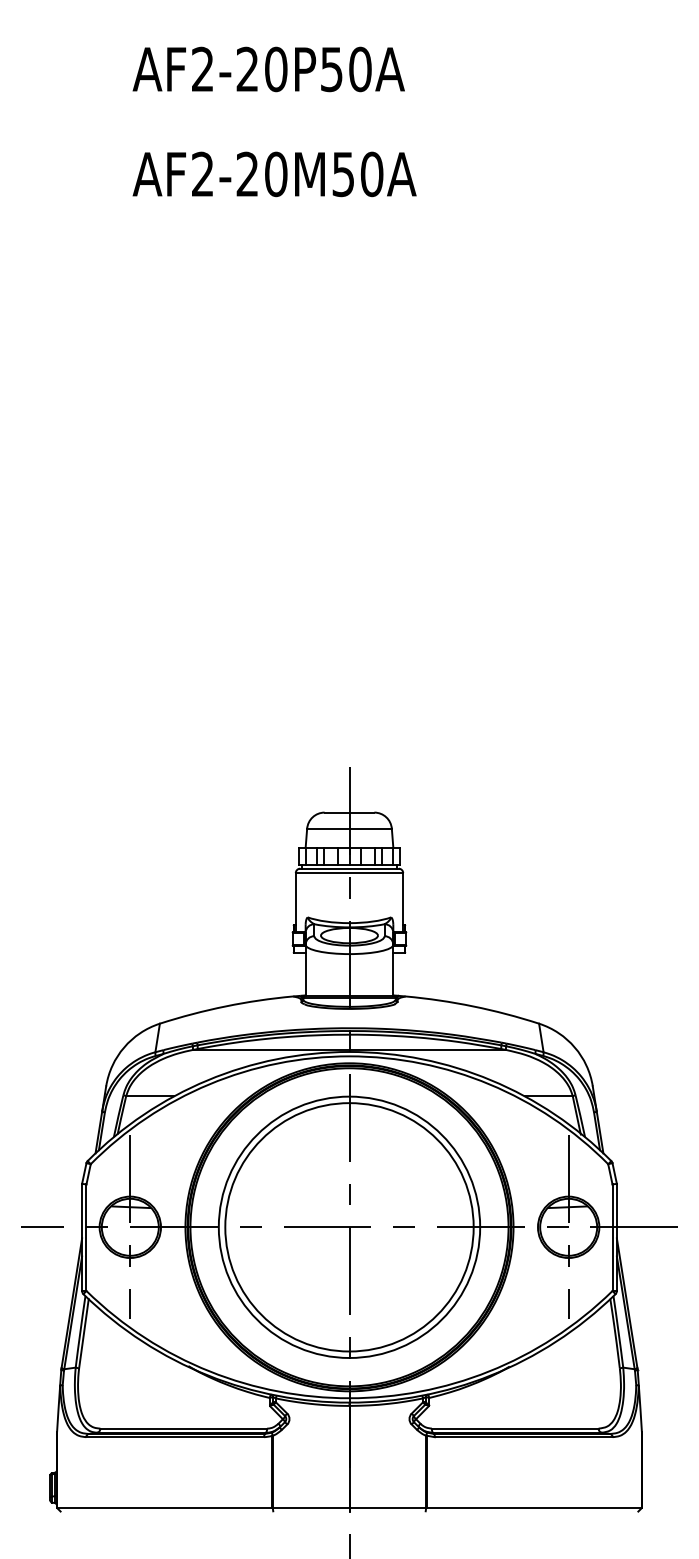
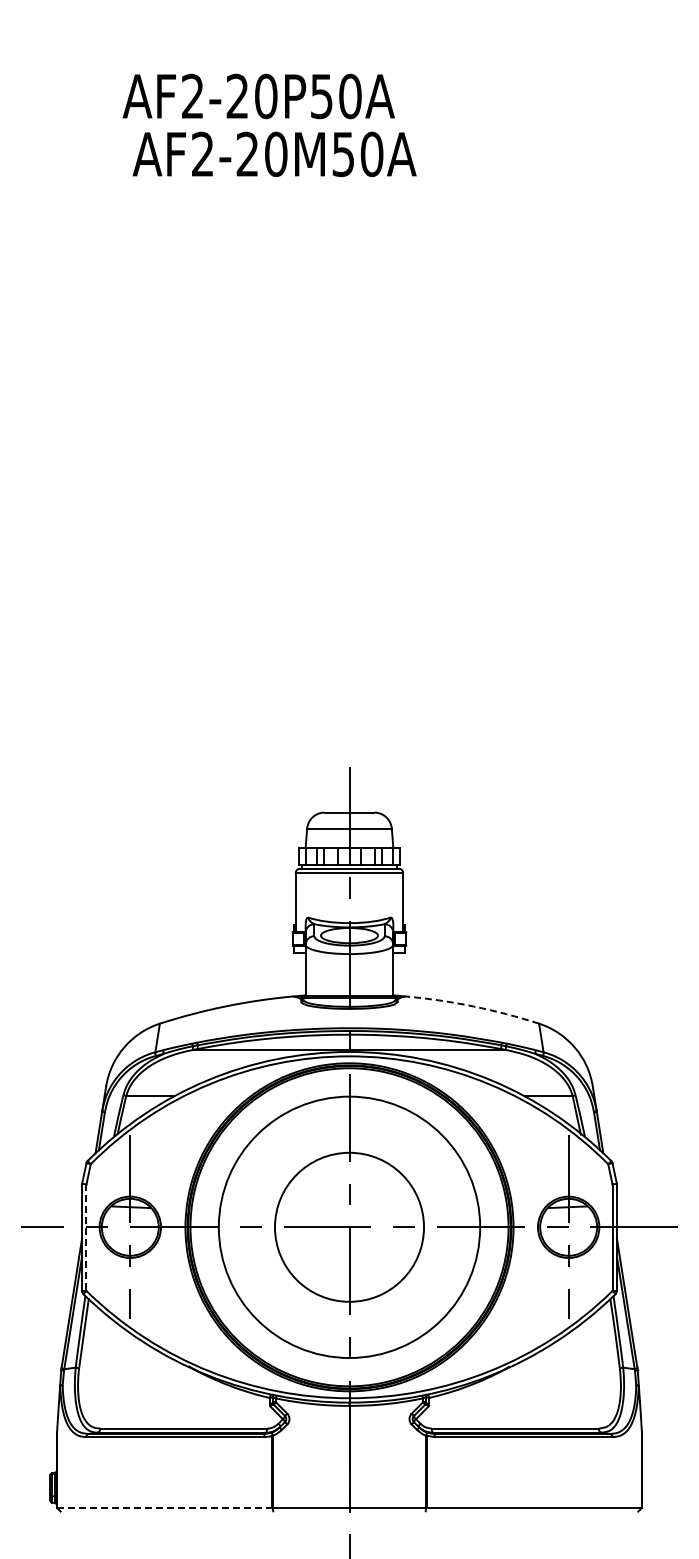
text at (268, 69) position: (268, 69) -> (258, 96)
text at (274, 174) position: (274, 174) -> (274, 154)
arc at (473, 1006): solid -> dashed
circle at (349, 1227) diameter: 248 px -> 149 px
line at (86, 1238): solid -> dashed
line at (164, 1507): solid -> dashed
